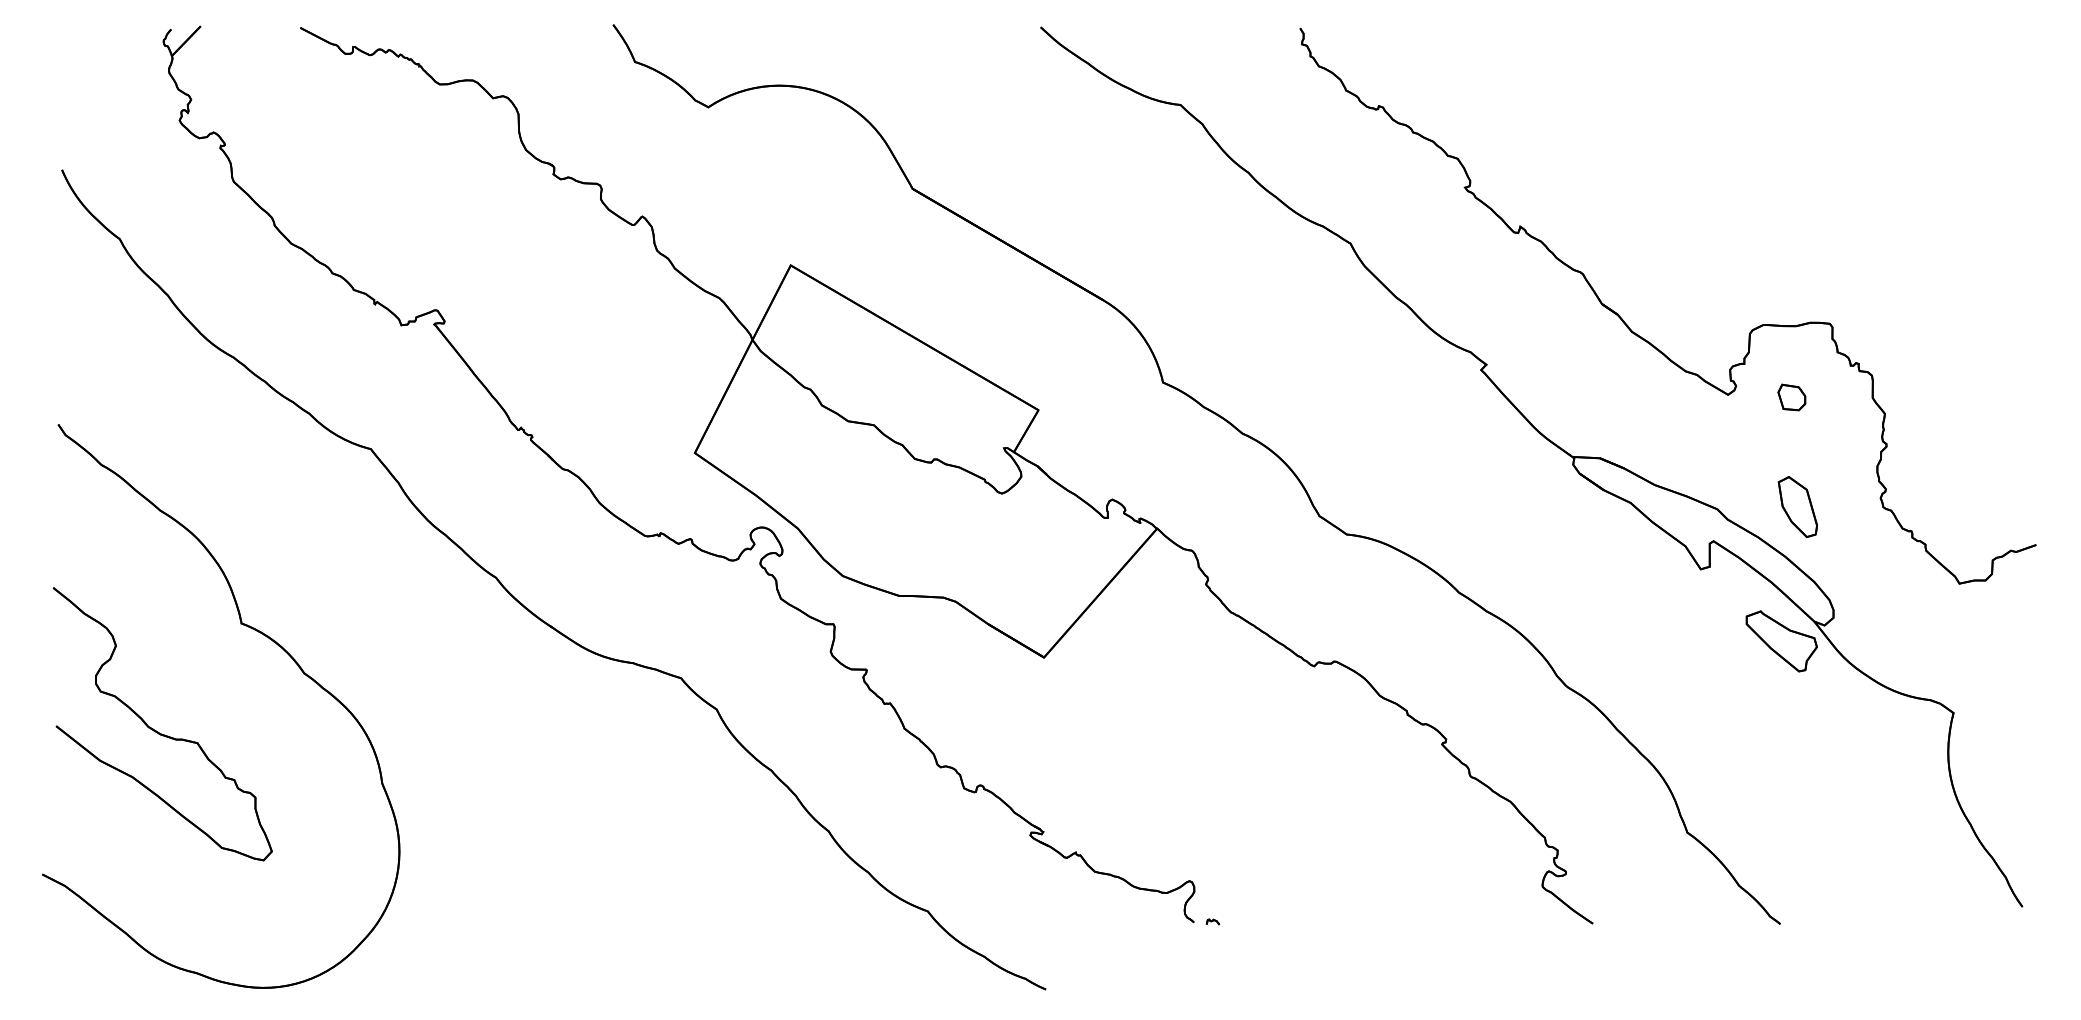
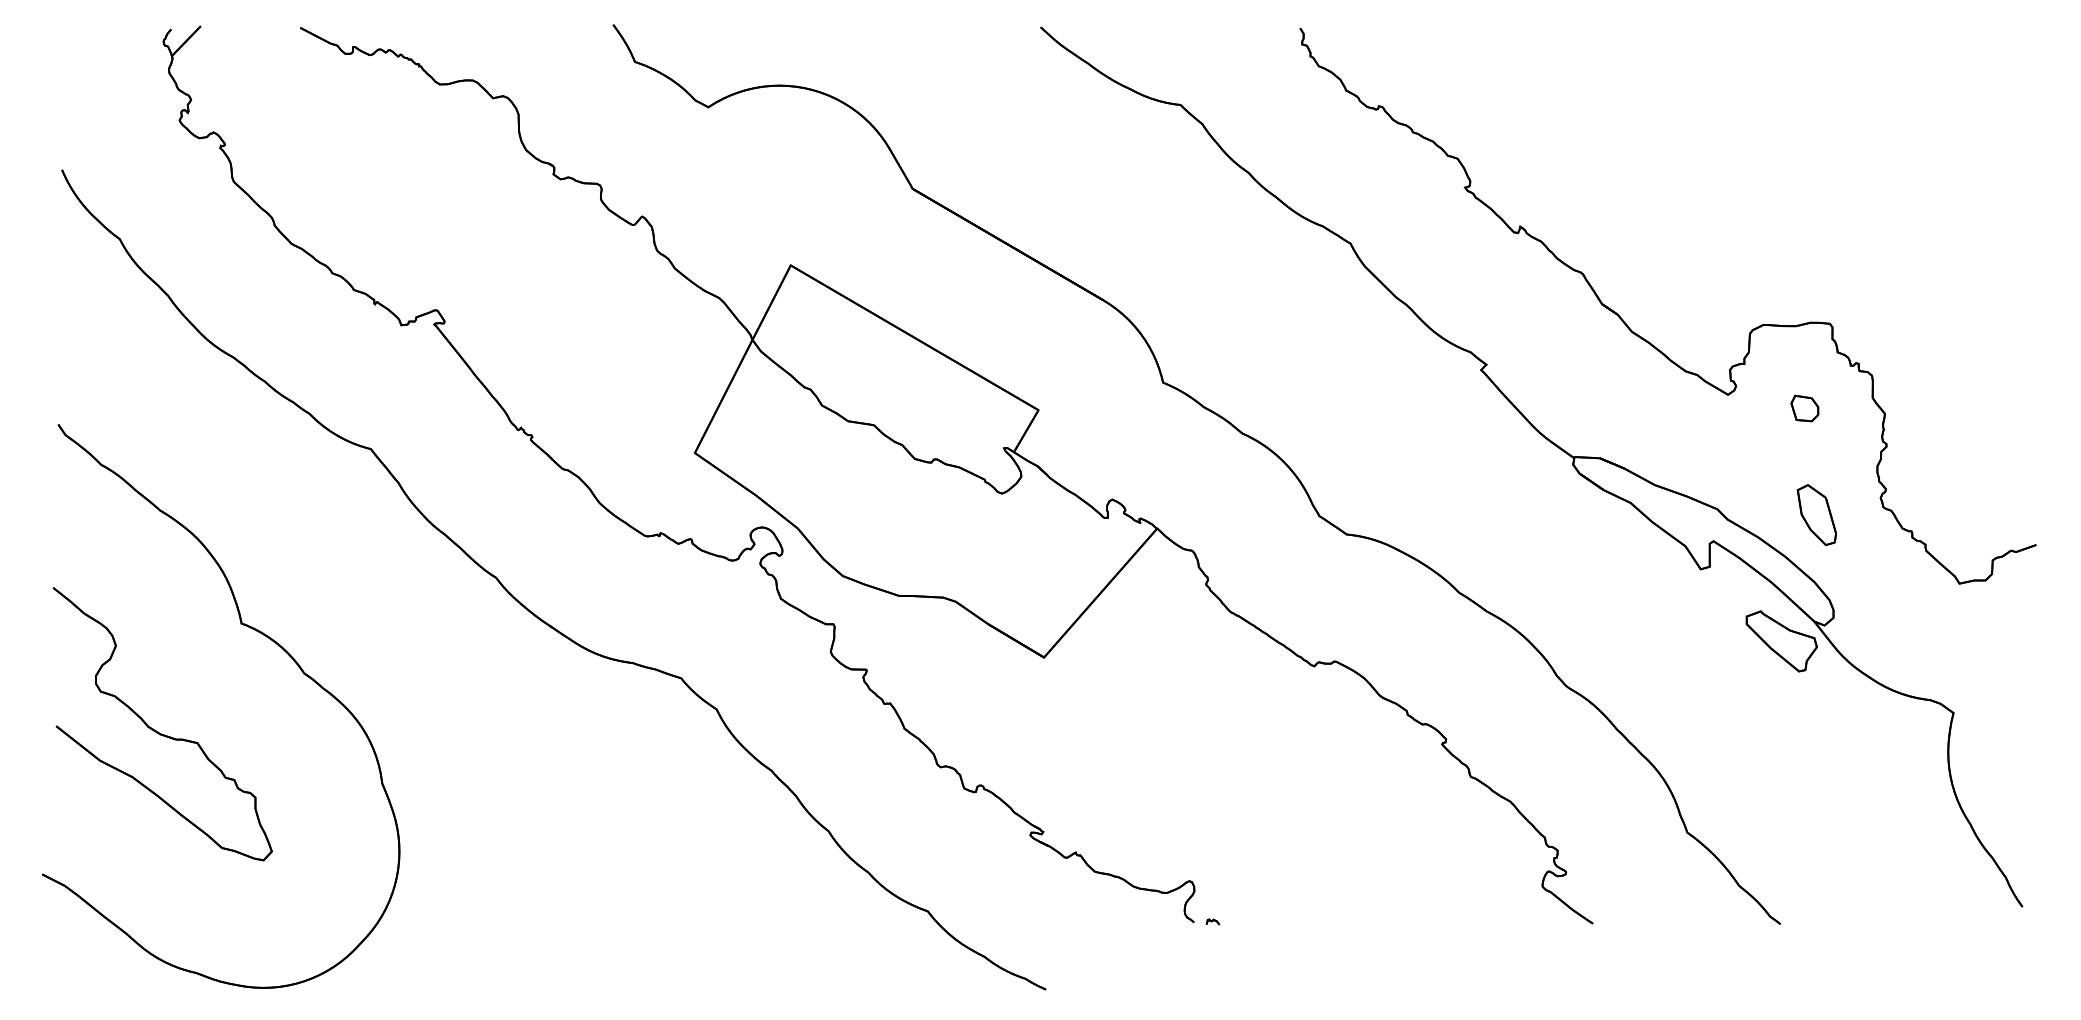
part at (1791, 397) position: (1791, 397) -> (1804, 408)
part at (1797, 506) position: (1797, 506) -> (1816, 514)
